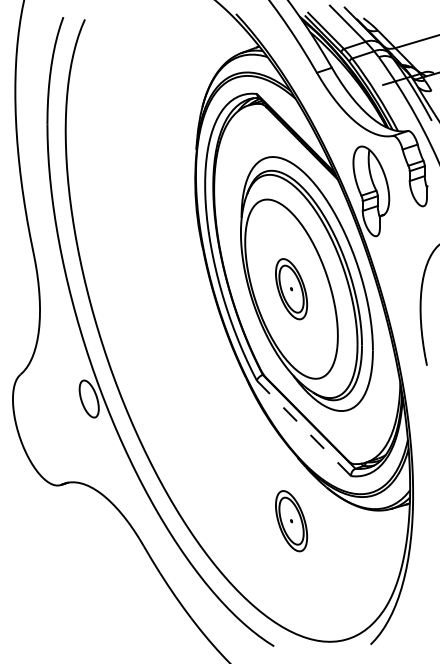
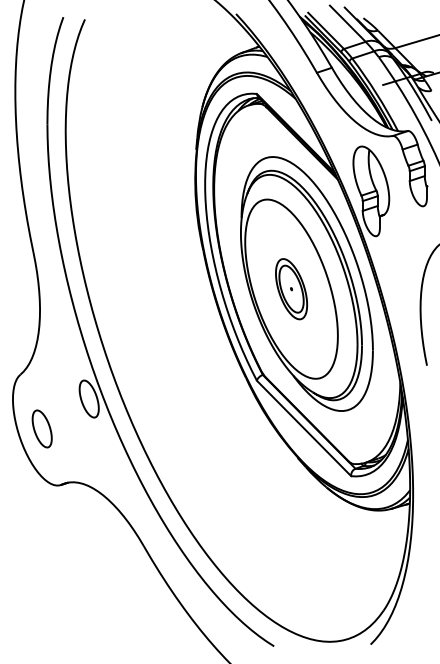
part at (41, 428): none -> present
line at (303, 428): dashed -> solid
part at (291, 521): present -> none
